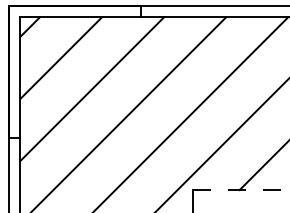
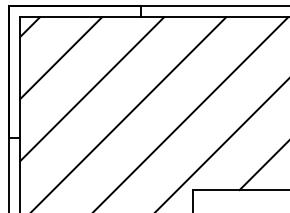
line at (241, 190): dashed -> solid
